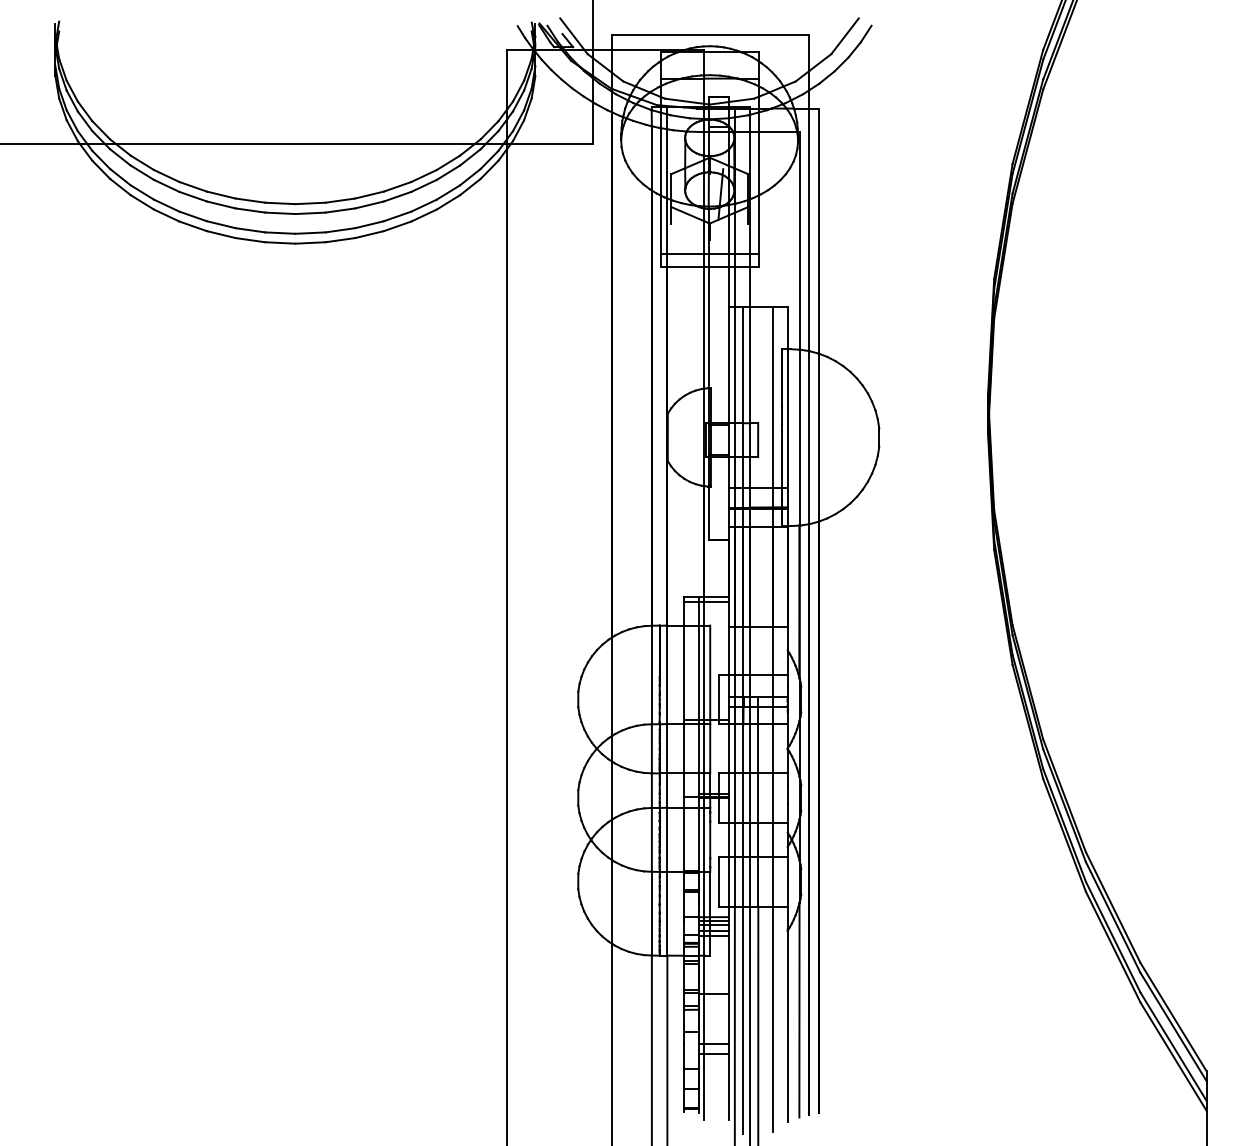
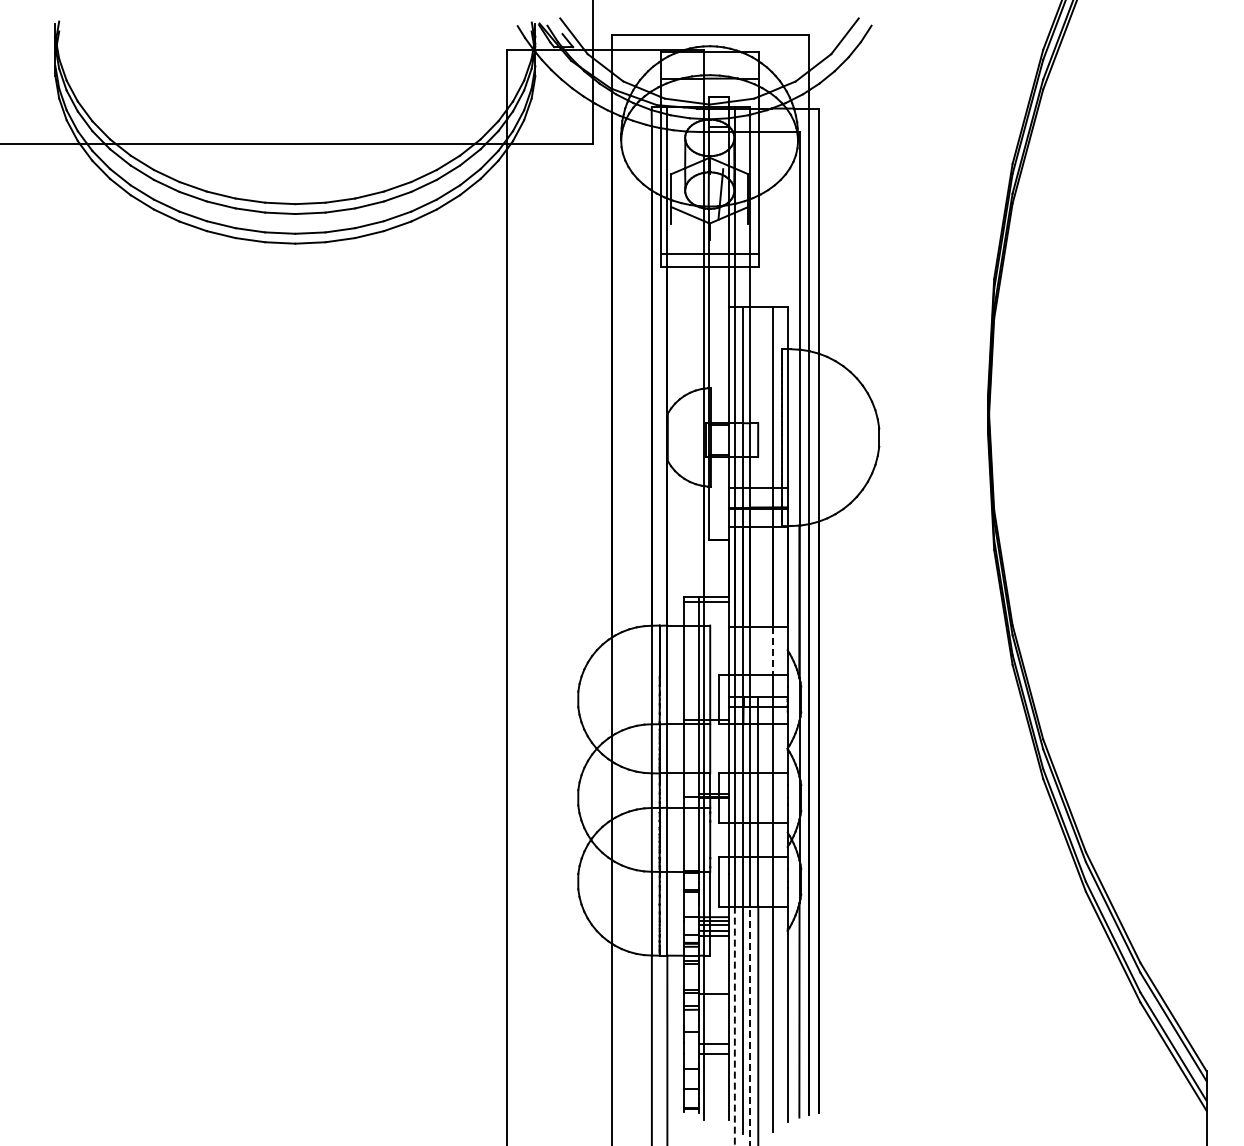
line at (772, 651): solid -> dashed
line at (734, 1026): solid -> dashed
line at (750, 1026): solid -> dashed
